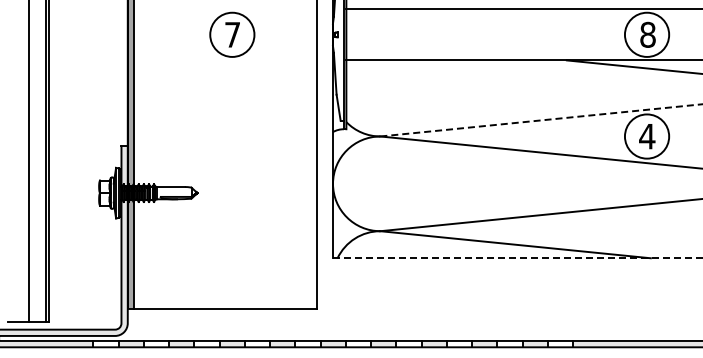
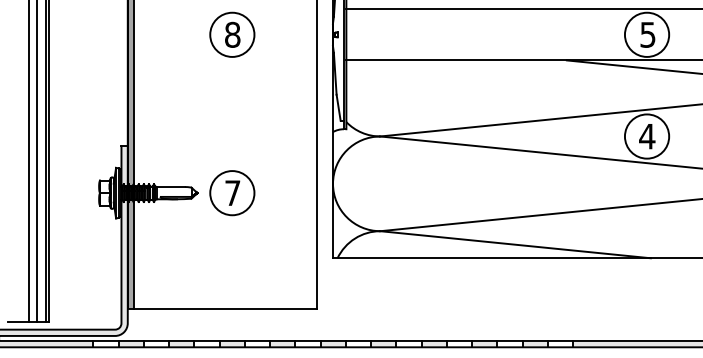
text at (232, 34): 7 -> 8
text at (647, 34): 8 -> 5
line at (541, 120): dashed -> solid
line at (37, 161): none -> present
part at (232, 193): none -> present
line at (517, 258): dashed -> solid
